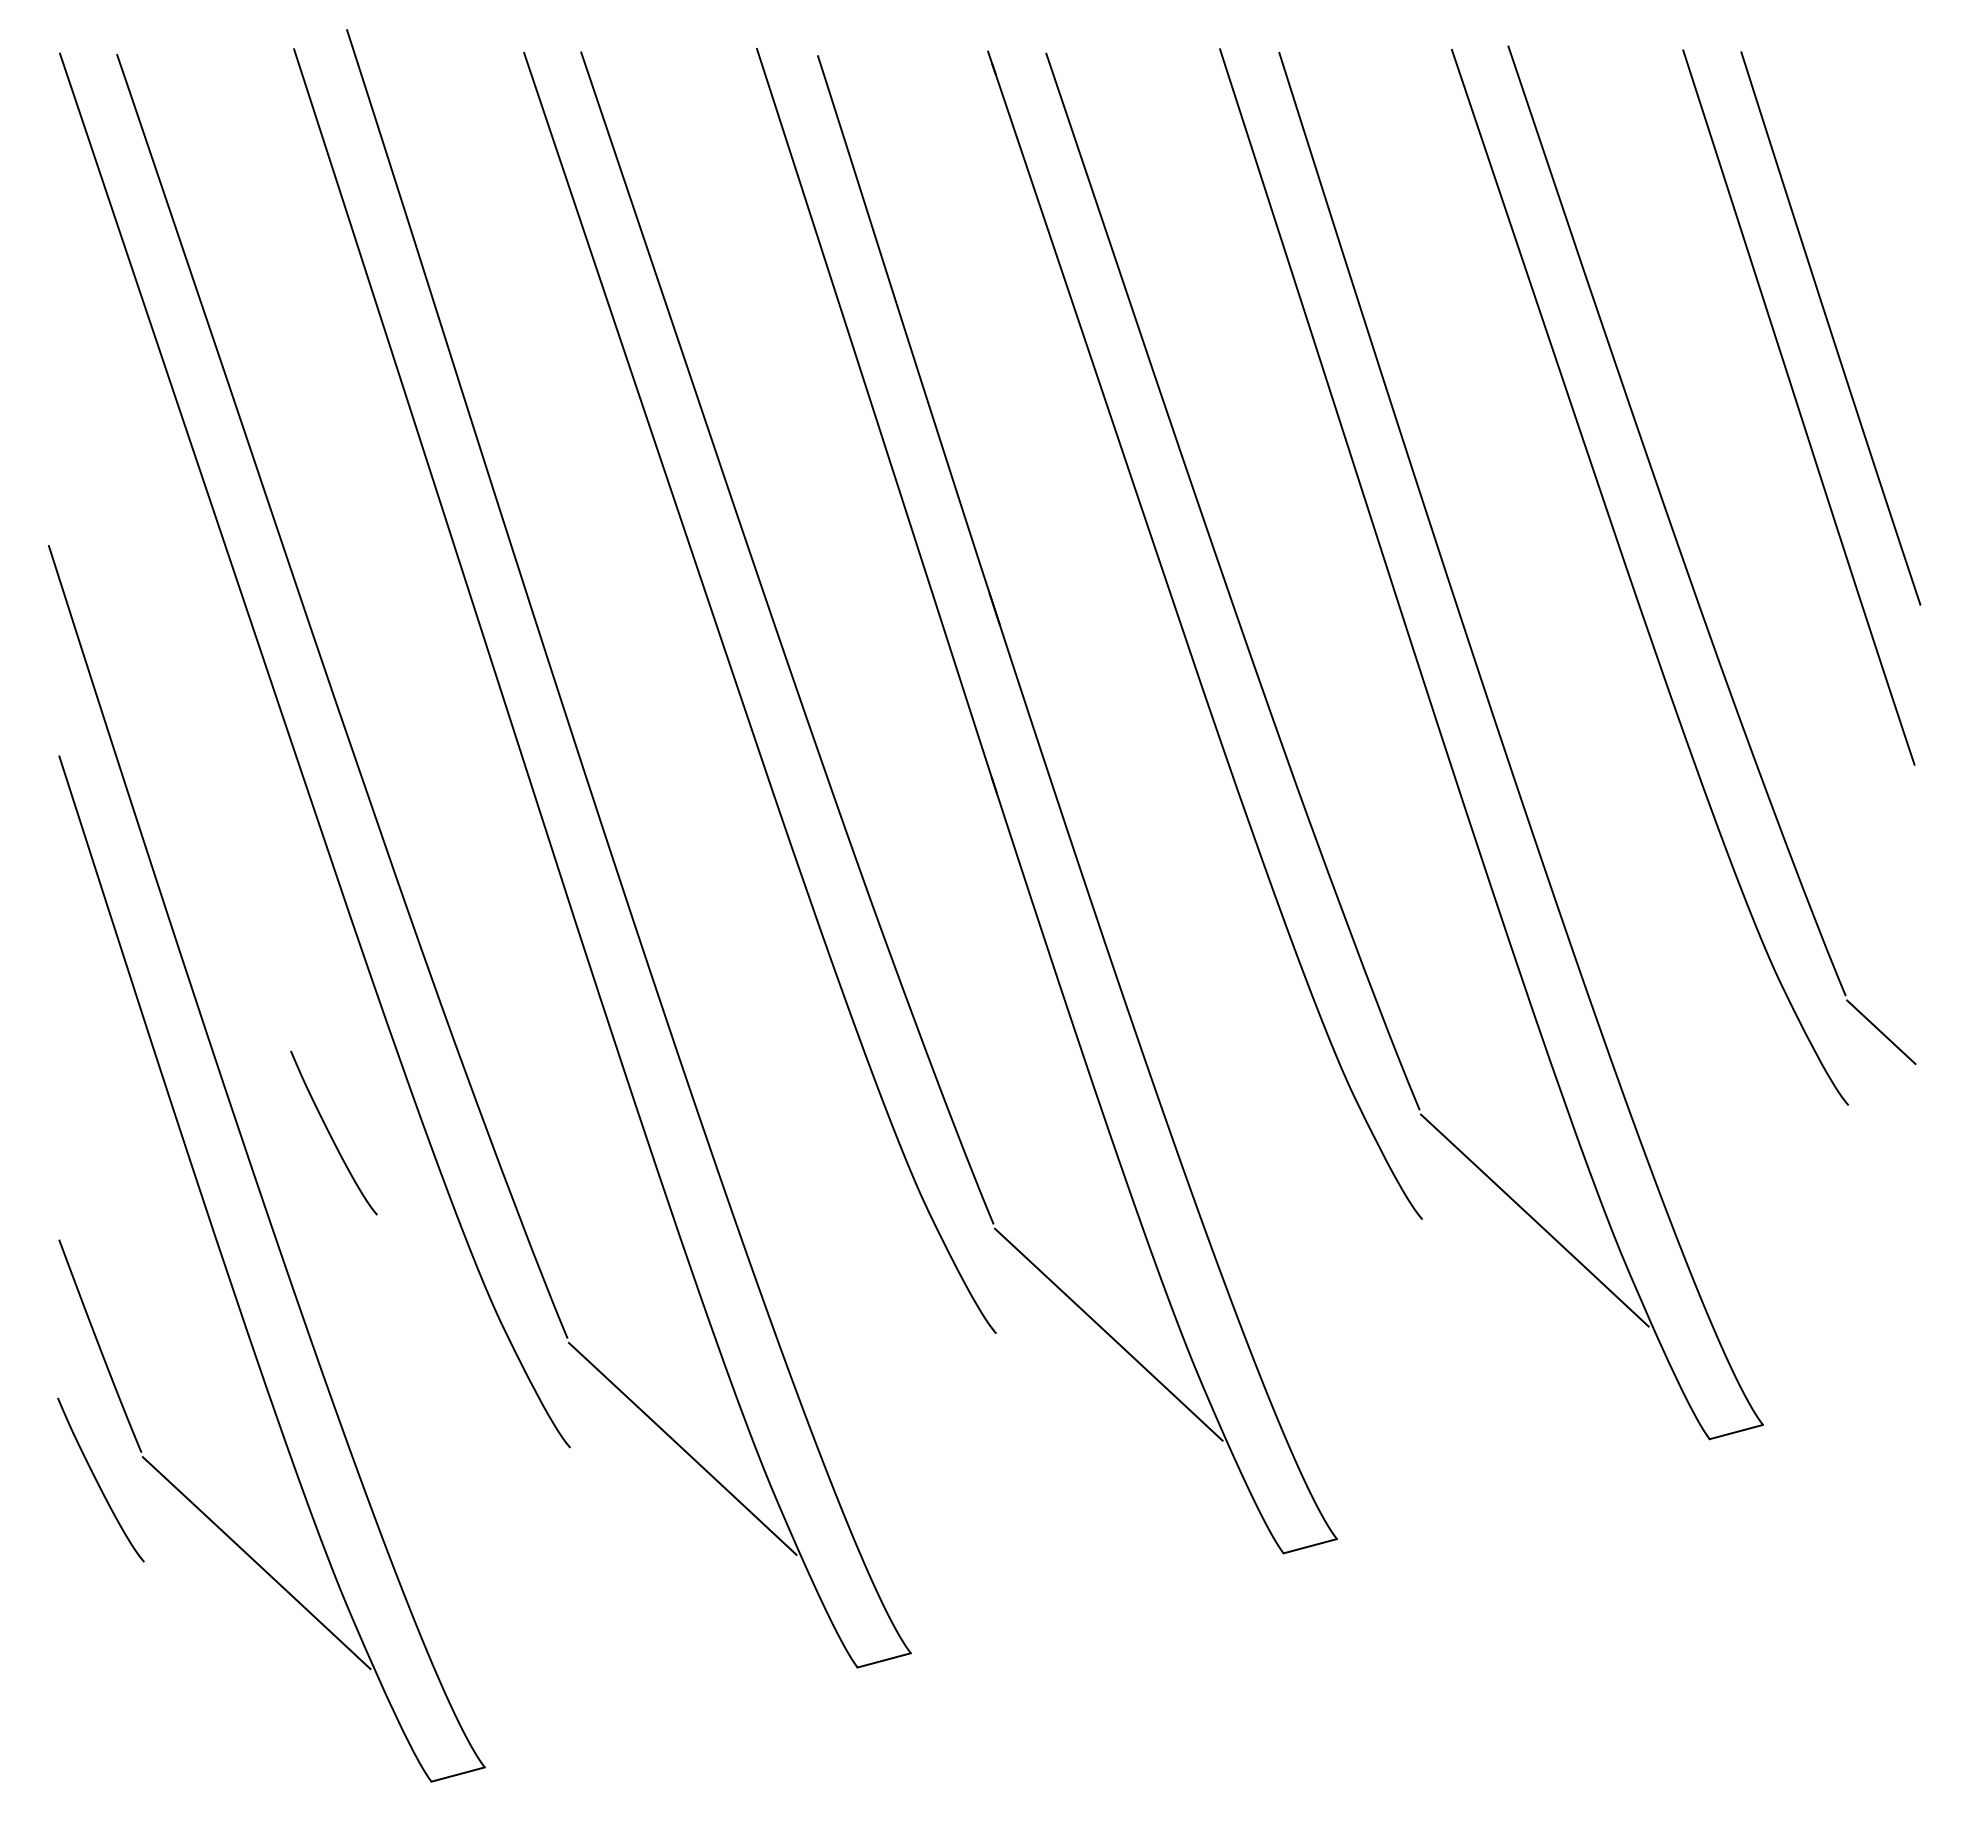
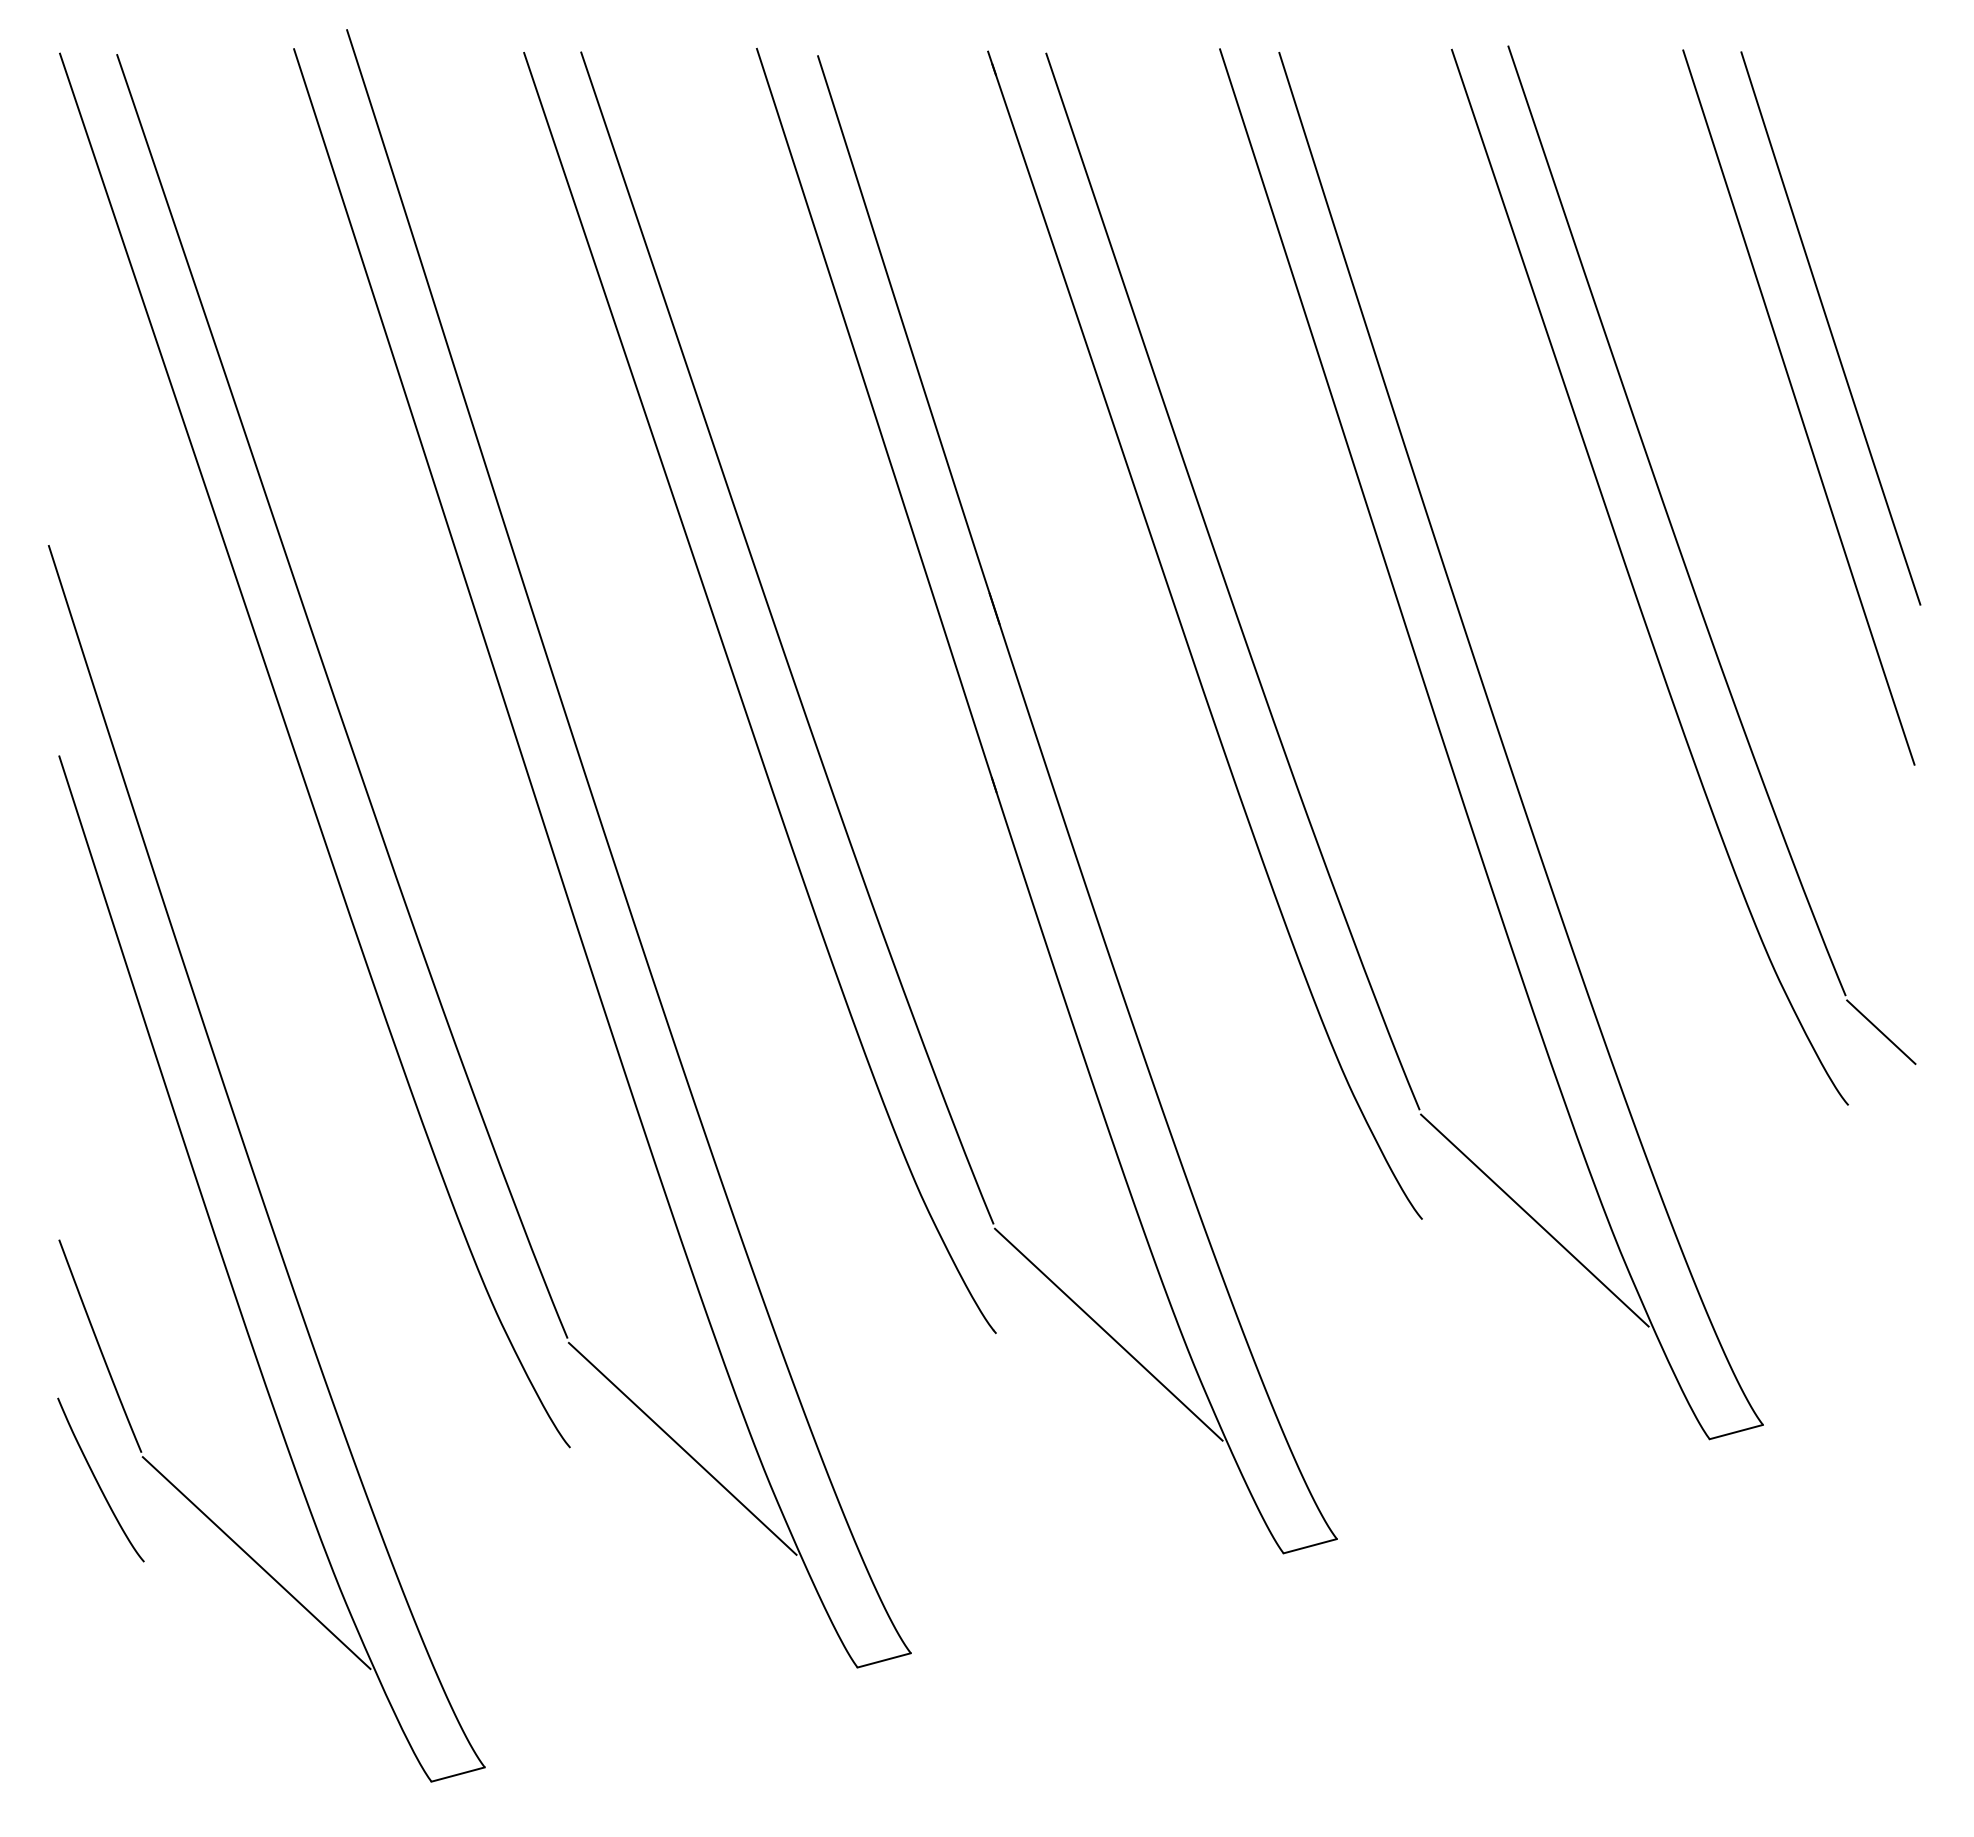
curve at (330, 1133): present -> none
